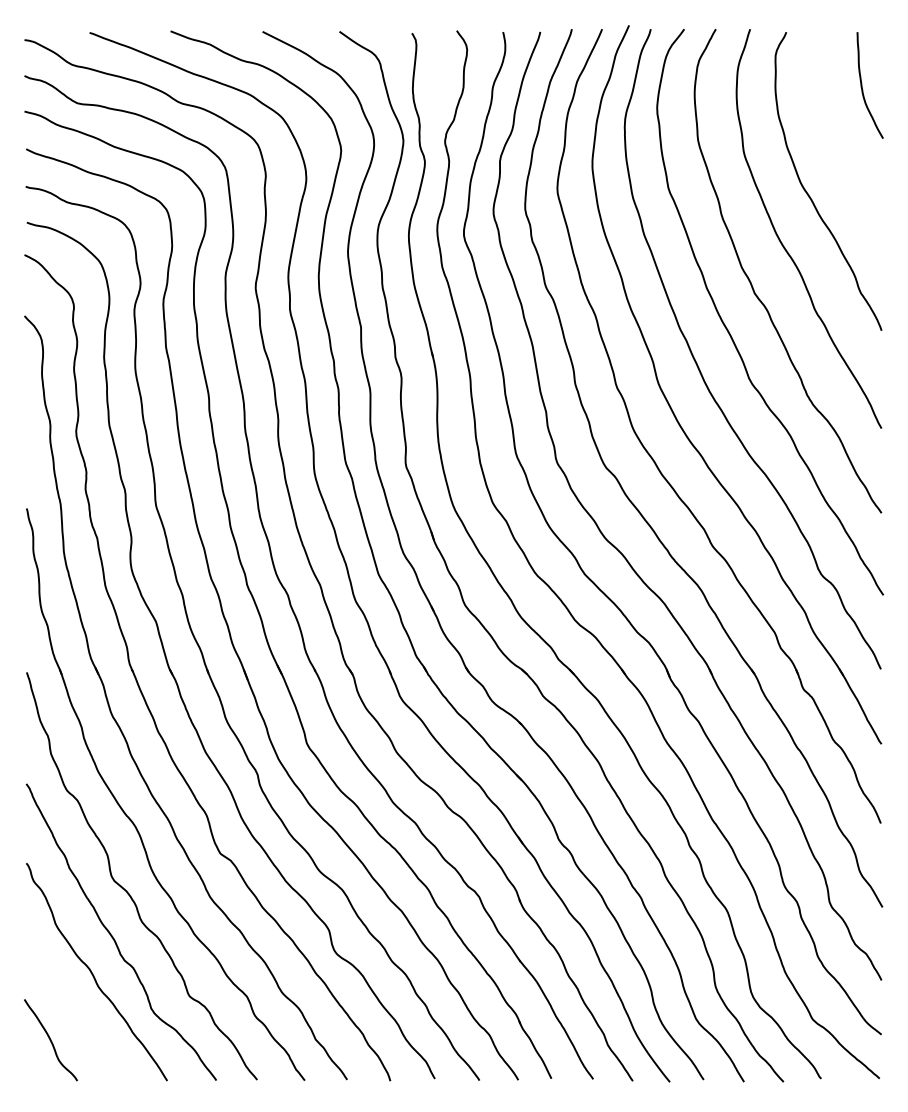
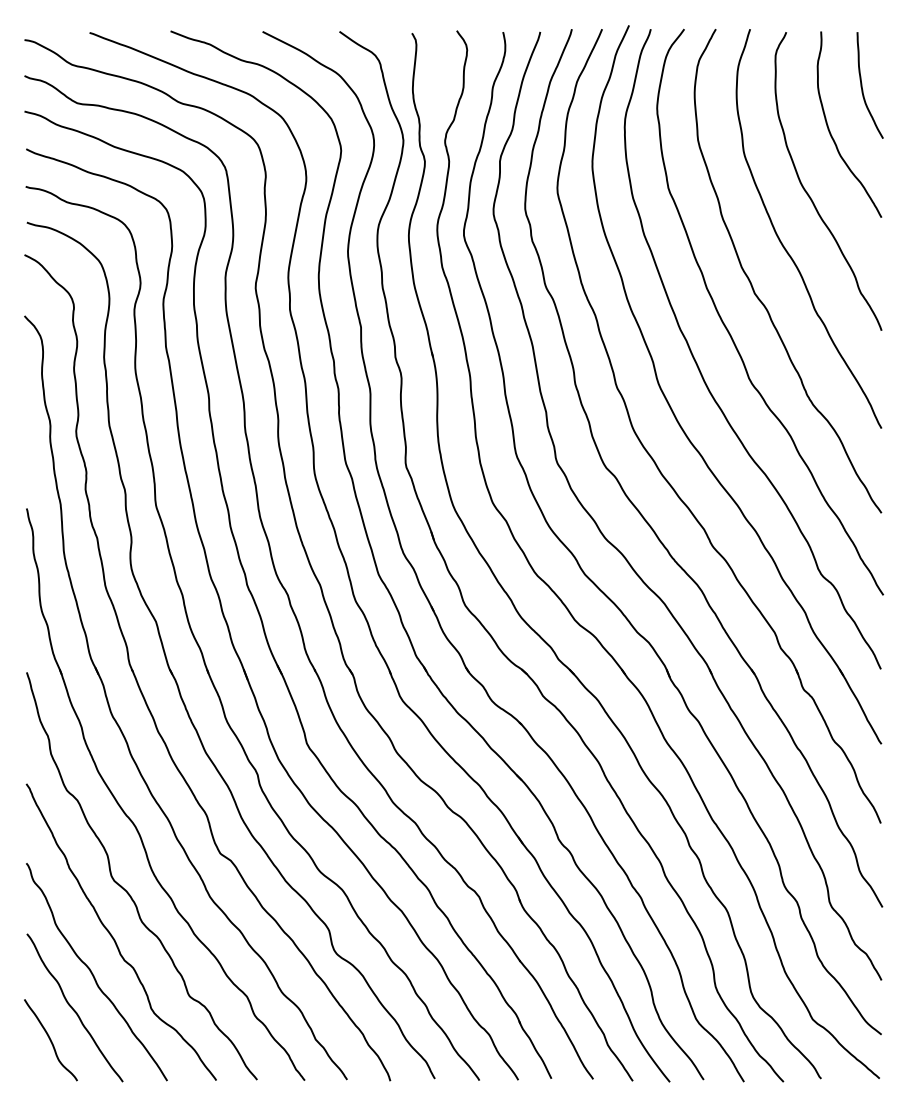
curve at (831, 133): none -> present
curve at (73, 1008): none -> present
